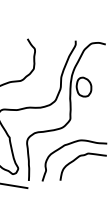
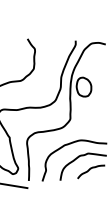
curve at (91, 169): none -> present
